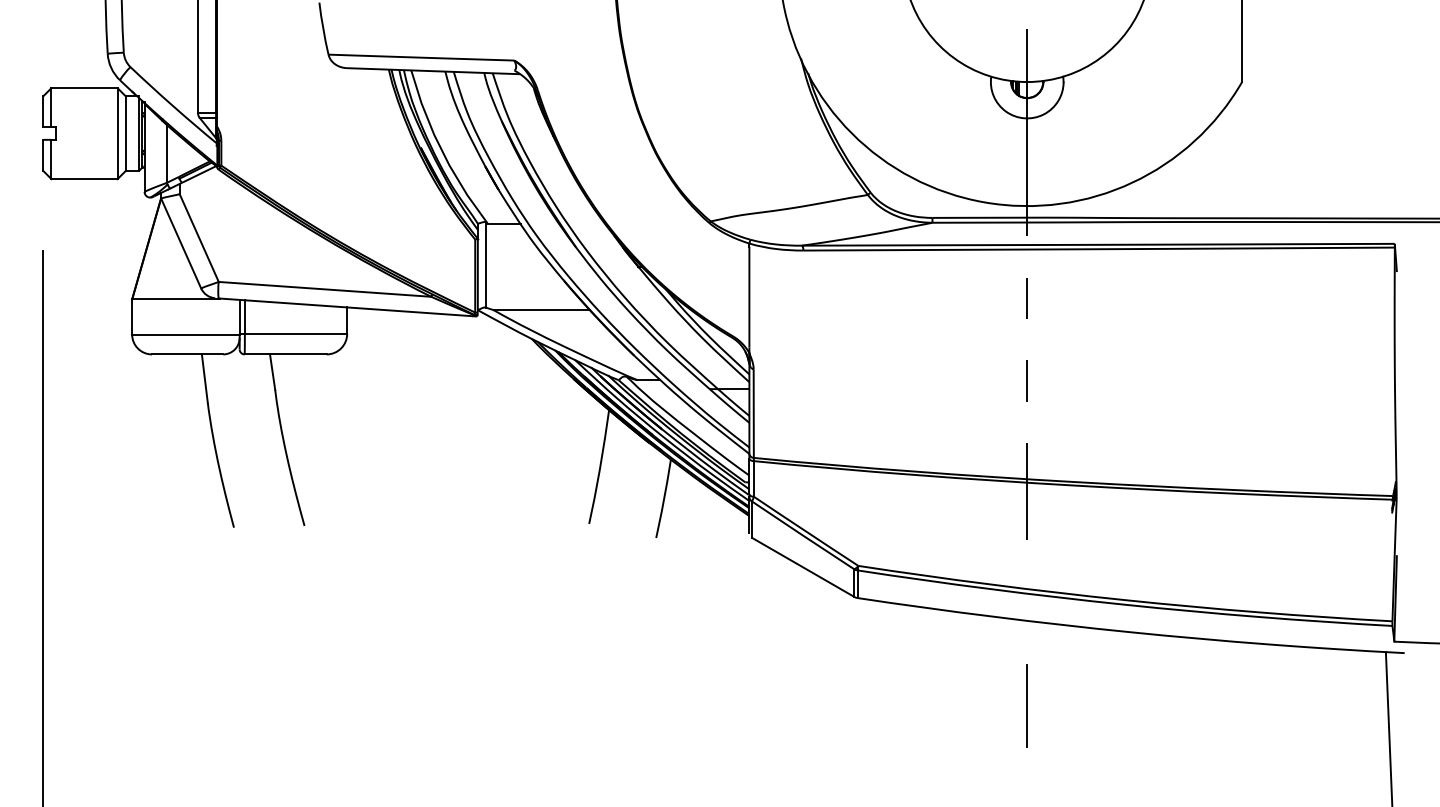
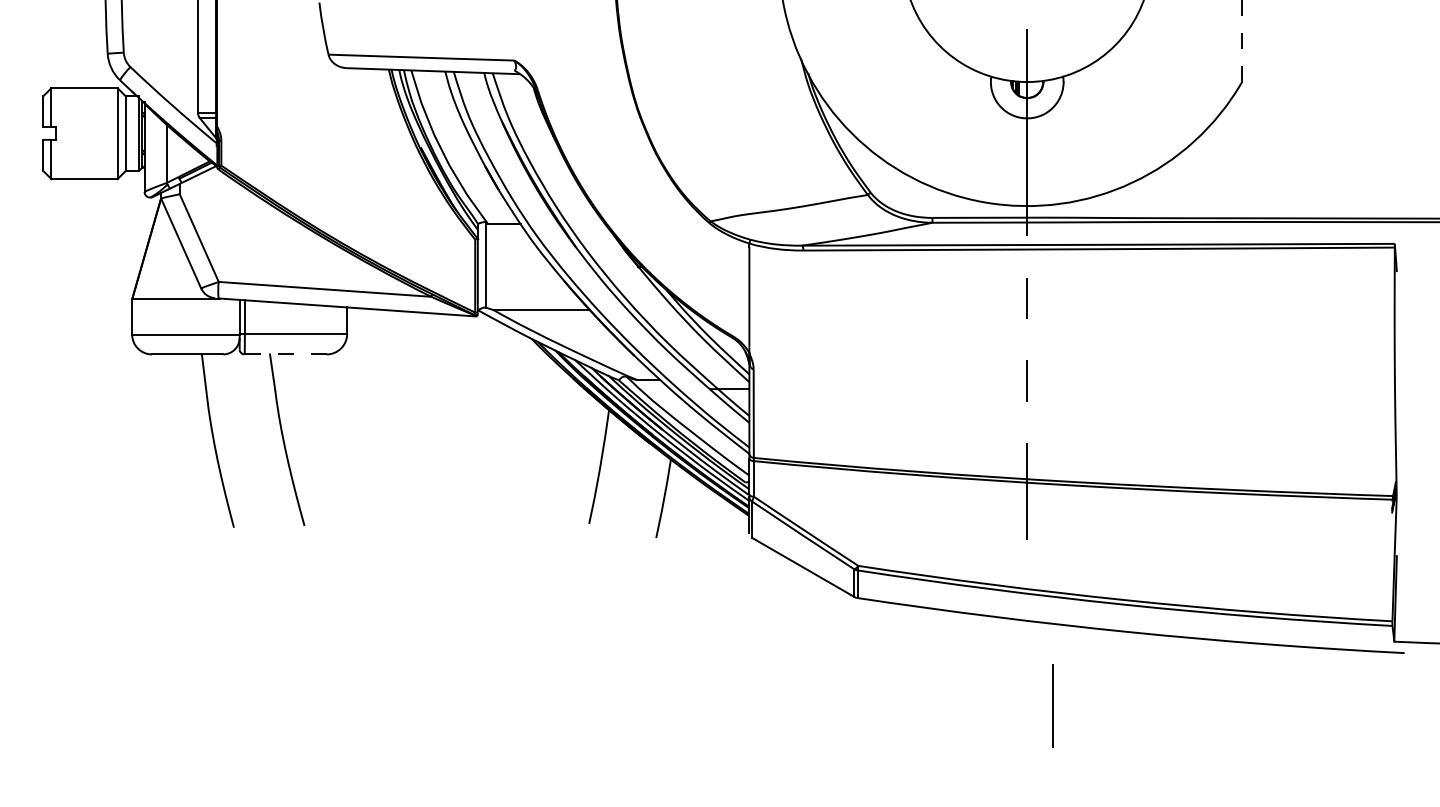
line at (1242, 41): solid -> dashed
line at (286, 354): solid -> dashed
line at (43, 526): present -> none
line at (1026, 705) position: (1026, 705) -> (1052, 705)
line at (1388, 727): present -> none
